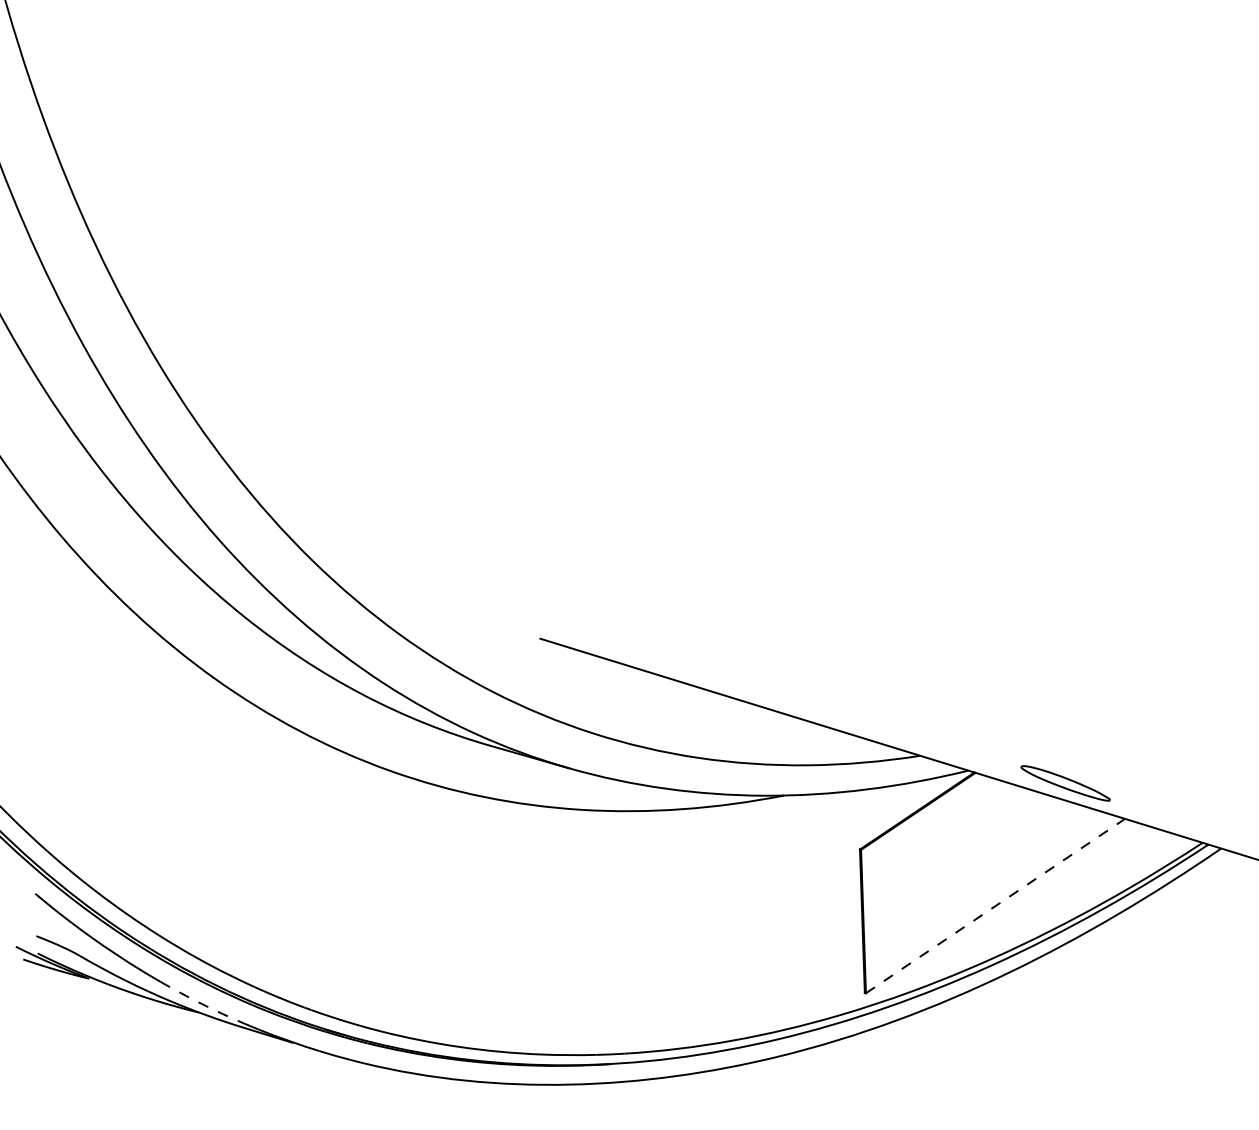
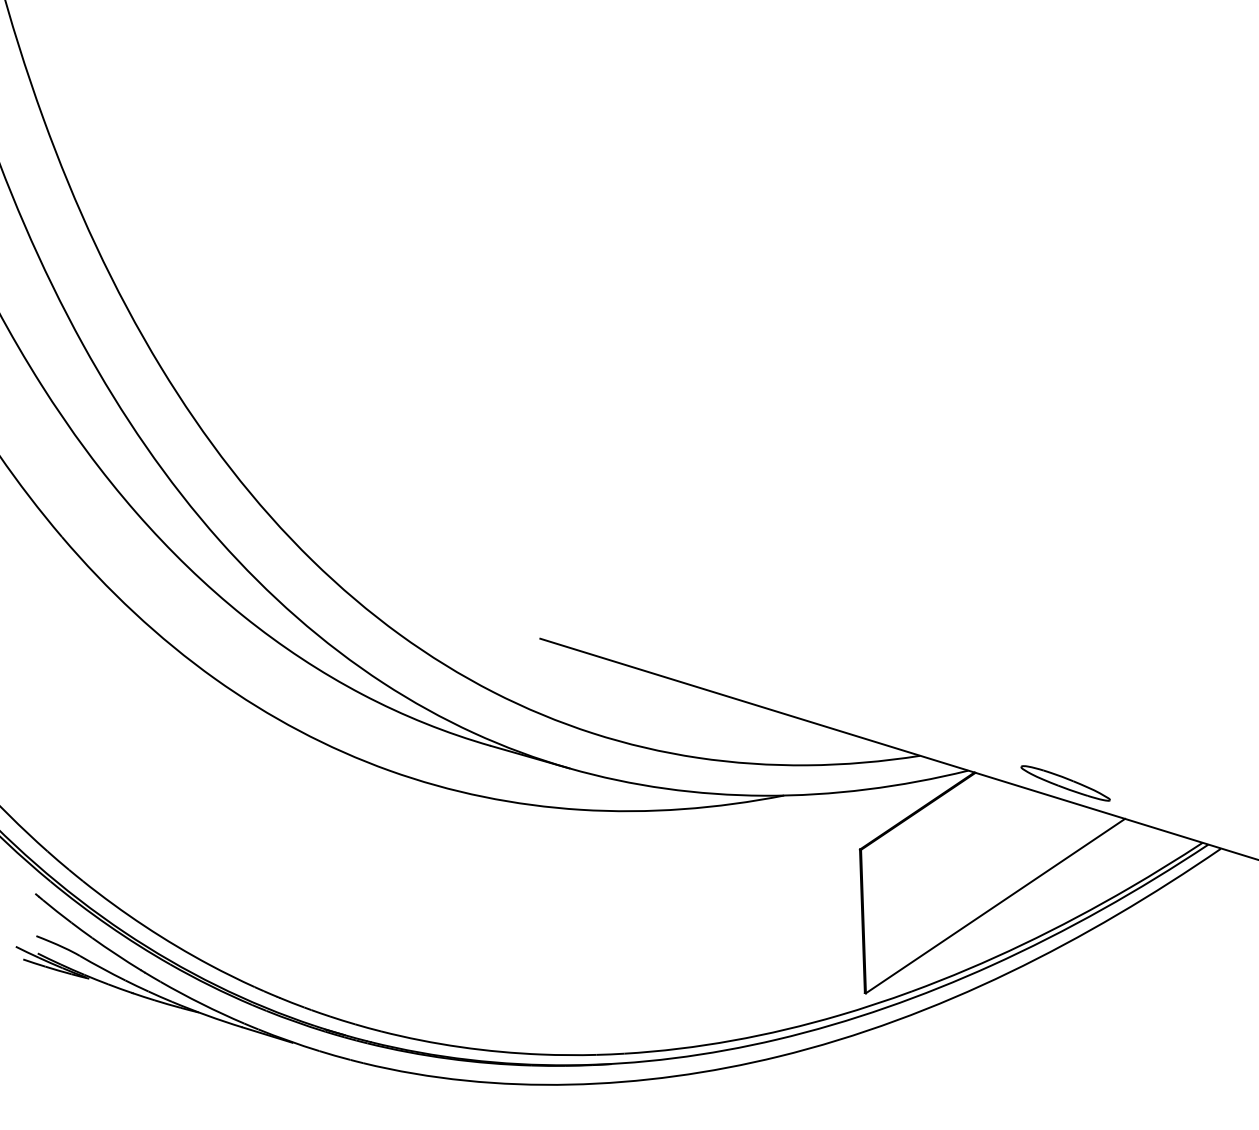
line at (995, 905): dashed -> solid
arc at (201, 1003): dashed -> solid
